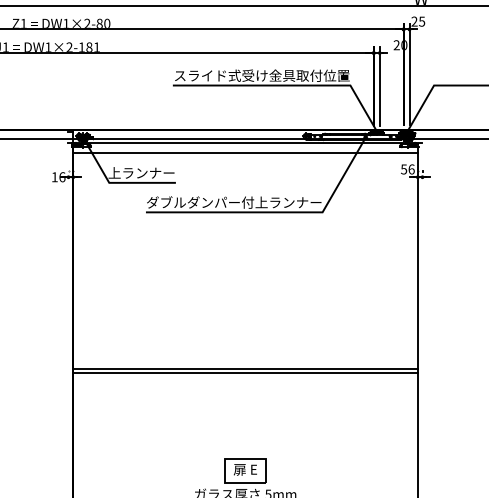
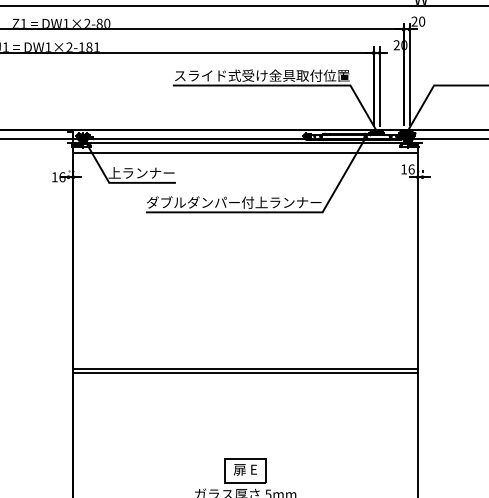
text at (422, 21): 25 -> 20
text at (404, 169): 56 -> 16
